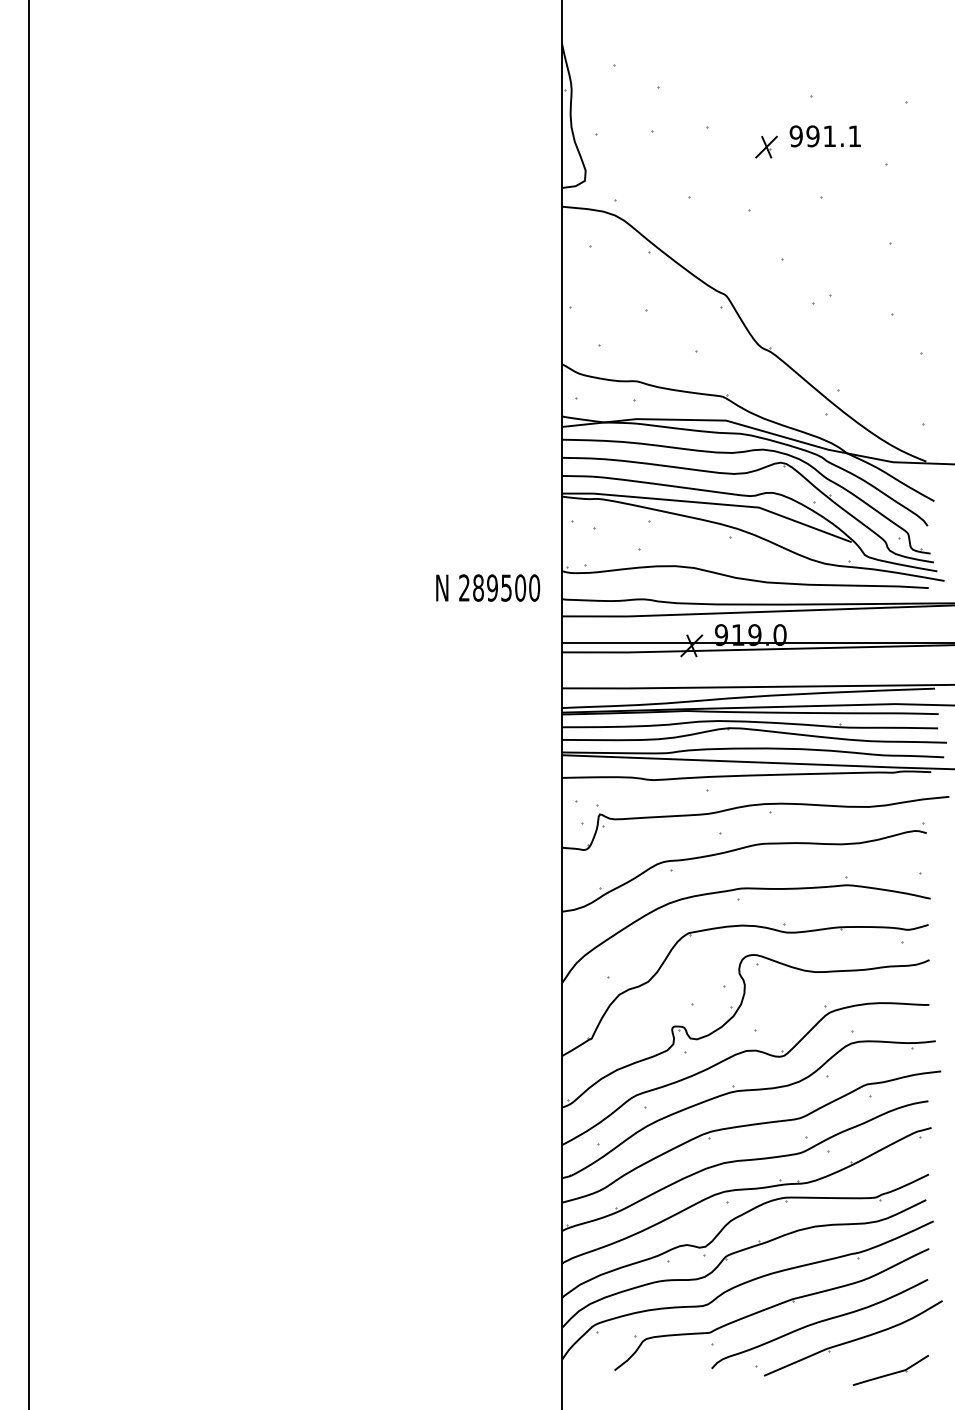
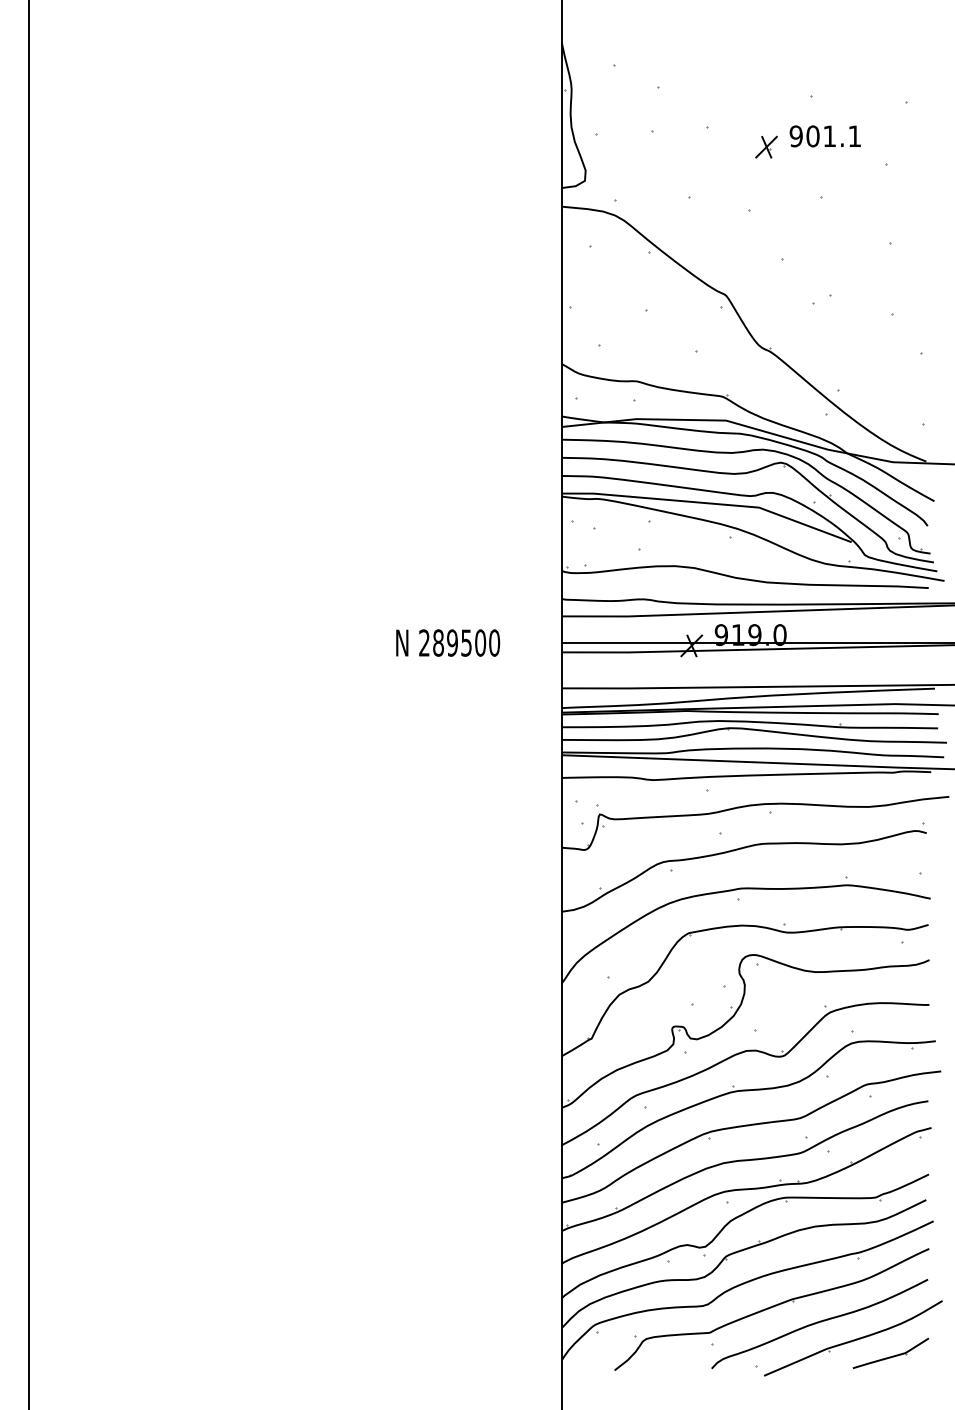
text at (812, 136): 991.1 -> 901.1
text at (488, 587) position: (488, 587) -> (448, 642)
part at (890, 1369) position: (890, 1369) -> (890, 1352)
